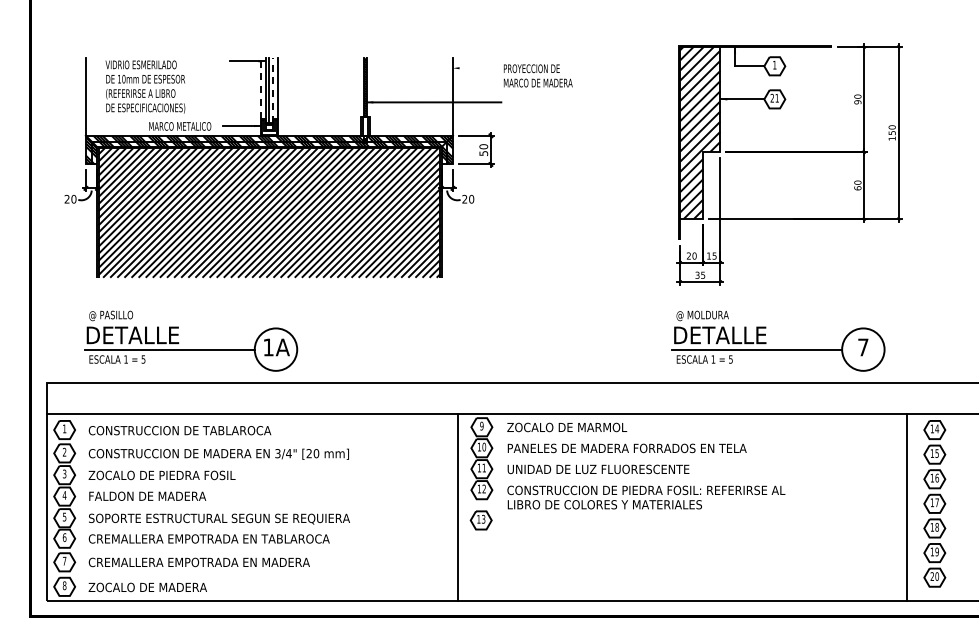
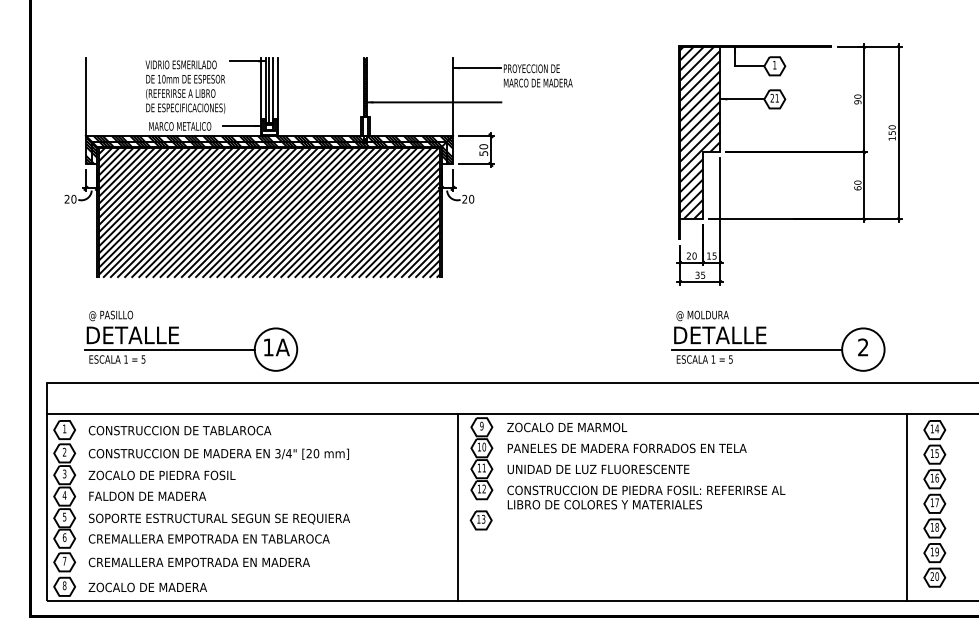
line at (477, 68): none -> present
text at (145, 86) position: (145, 86) -> (185, 86)
line at (260, 87): dashed -> solid
line at (273, 89): dashed -> solid
text at (863, 347): 7 -> 2
